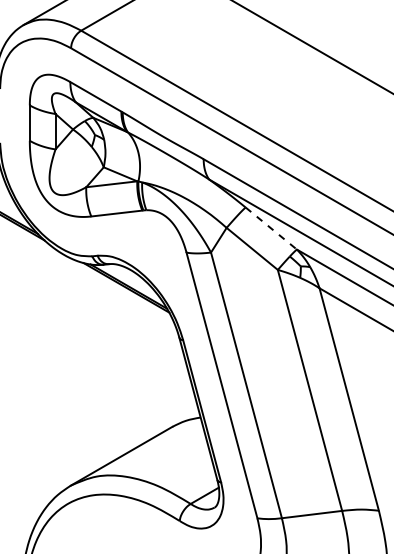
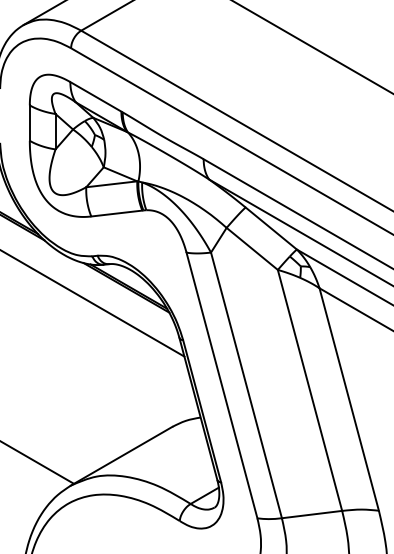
line at (271, 228): dashed -> solid
line at (93, 303): none -> present
line at (38, 462): none -> present
